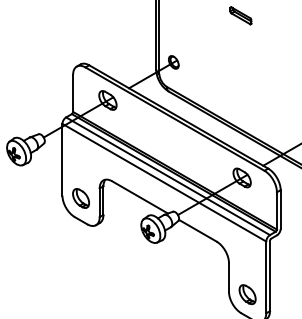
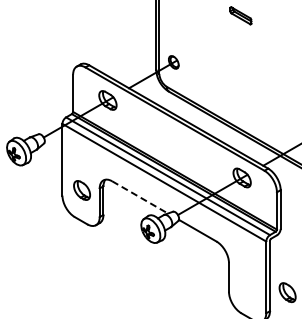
line at (140, 197): solid -> dashed
part at (80, 198) position: (80, 198) -> (81, 190)
part at (247, 294) position: (247, 294) -> (287, 292)
